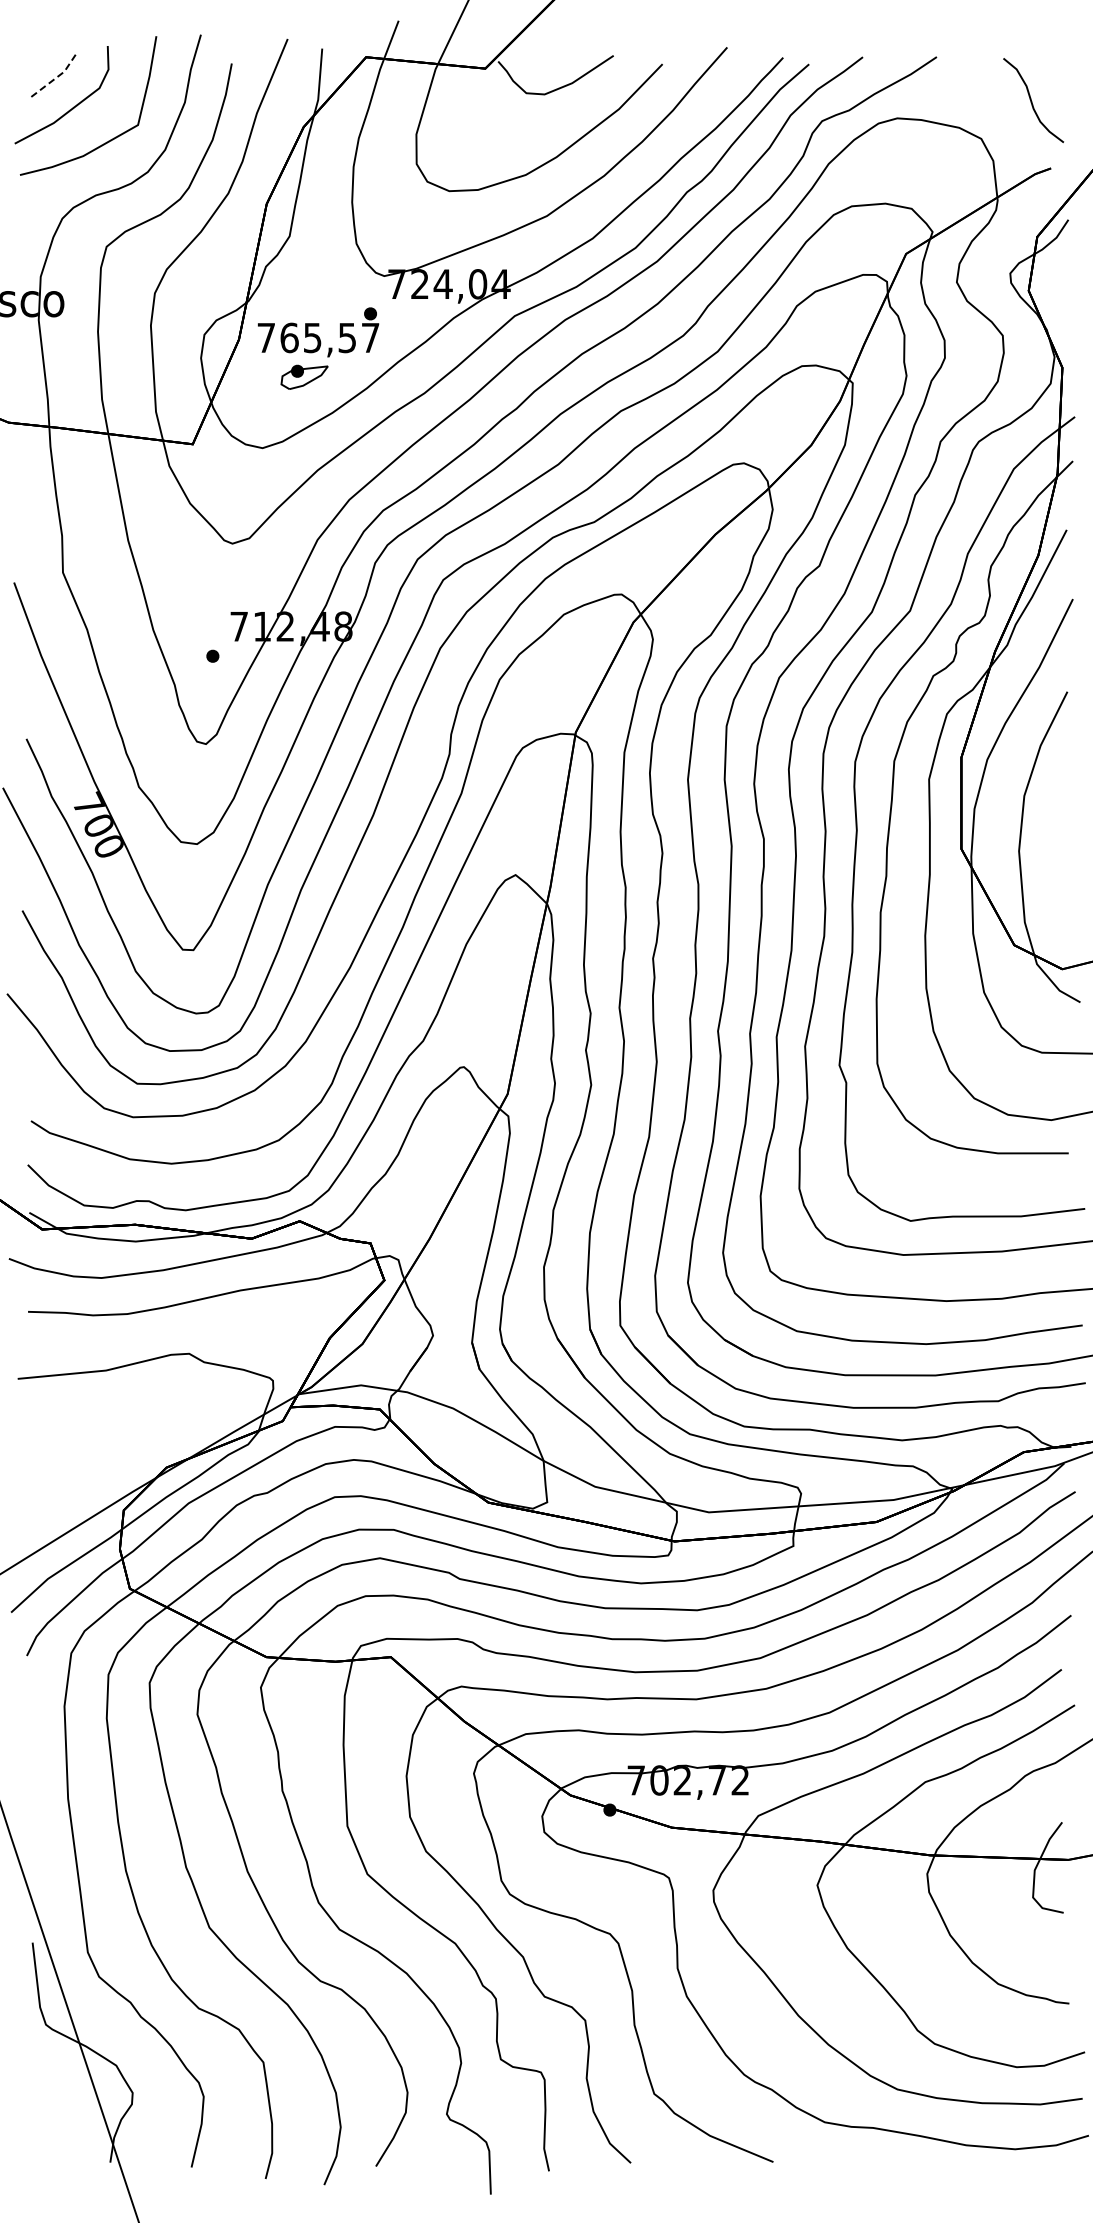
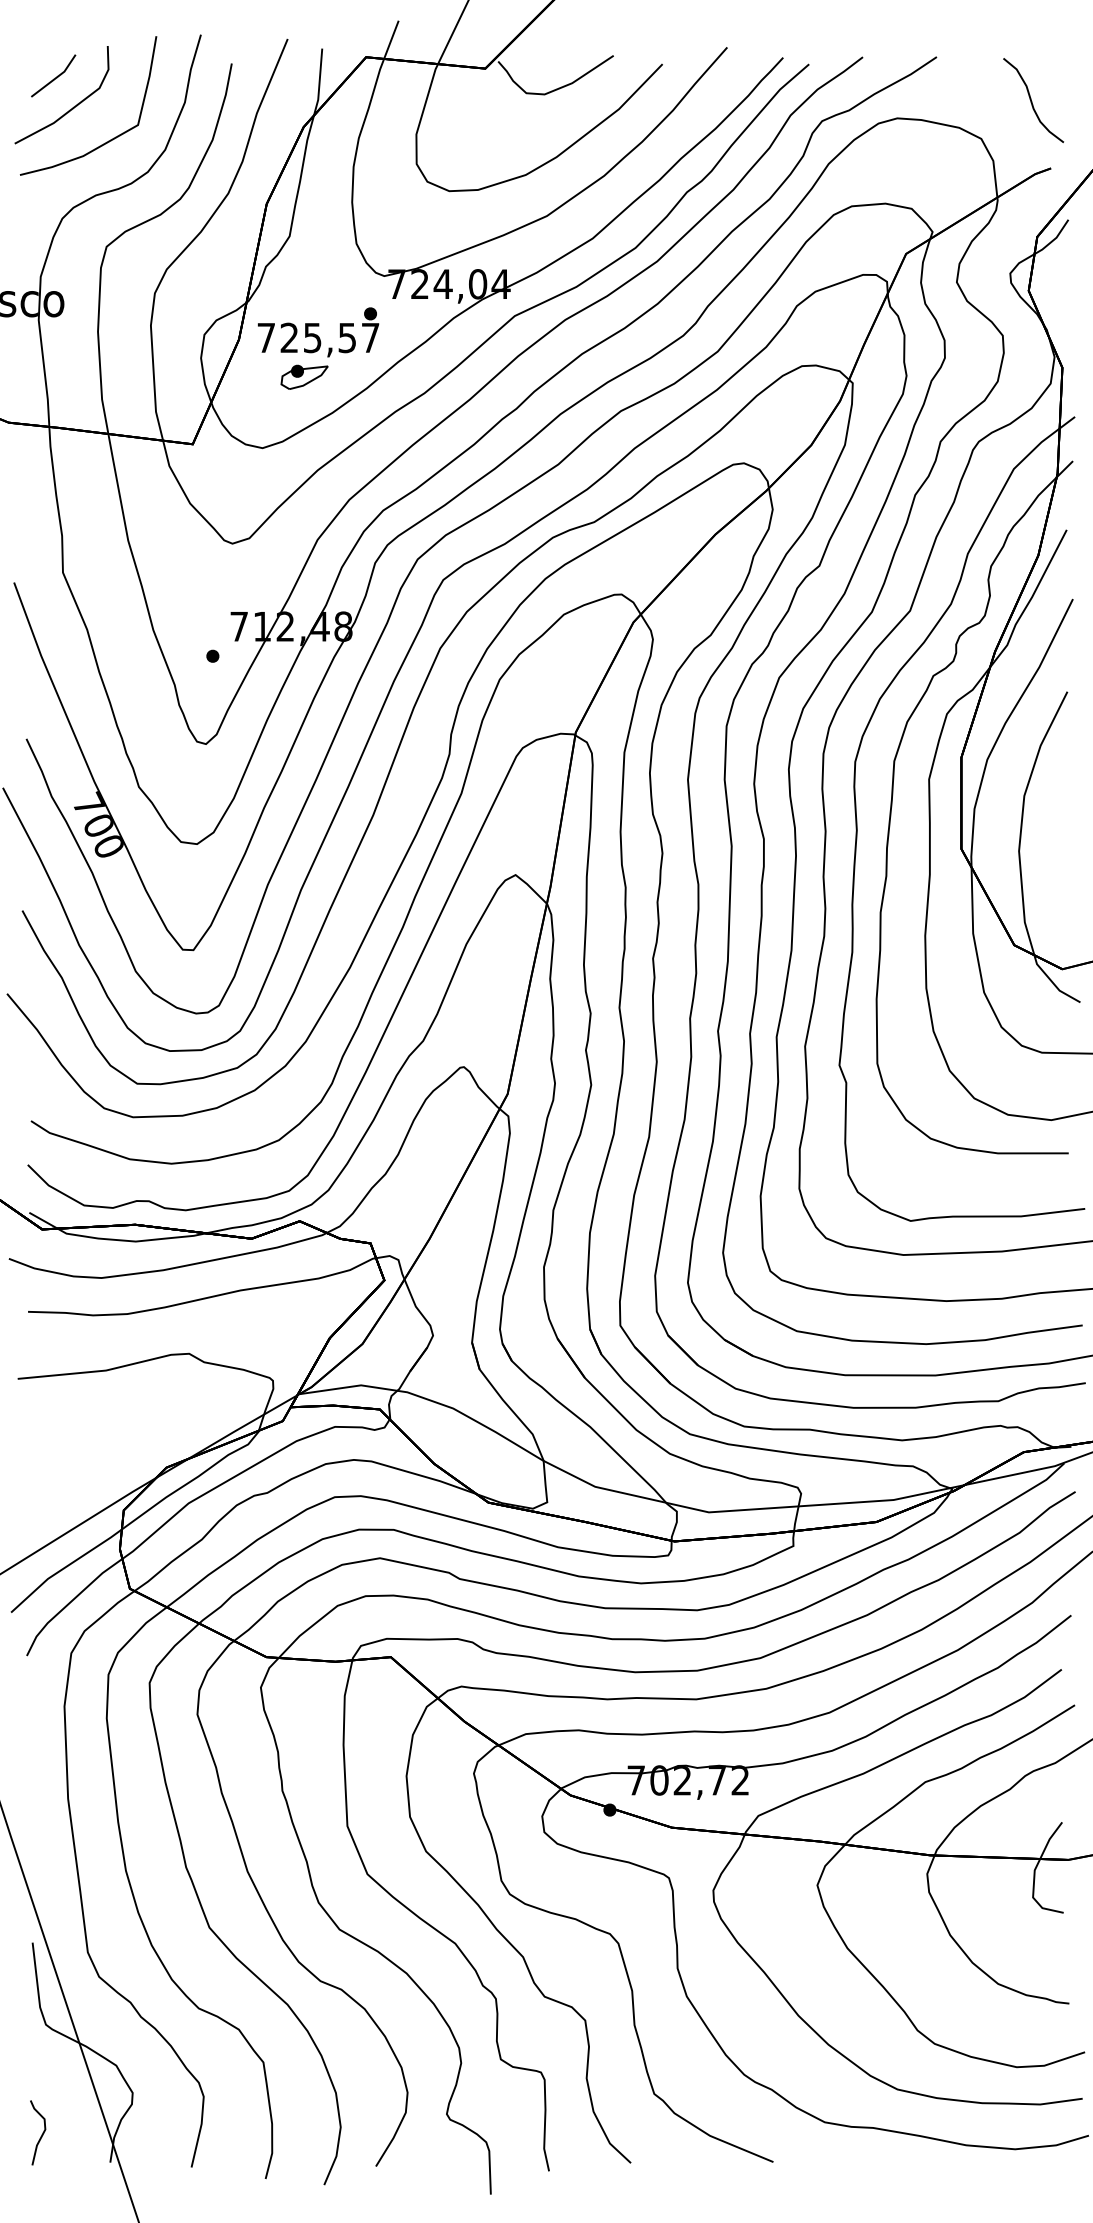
line at (56, 77): dashed -> solid
text at (289, 337): 765,57 -> 725,57
curve at (41, 2134): none -> present
